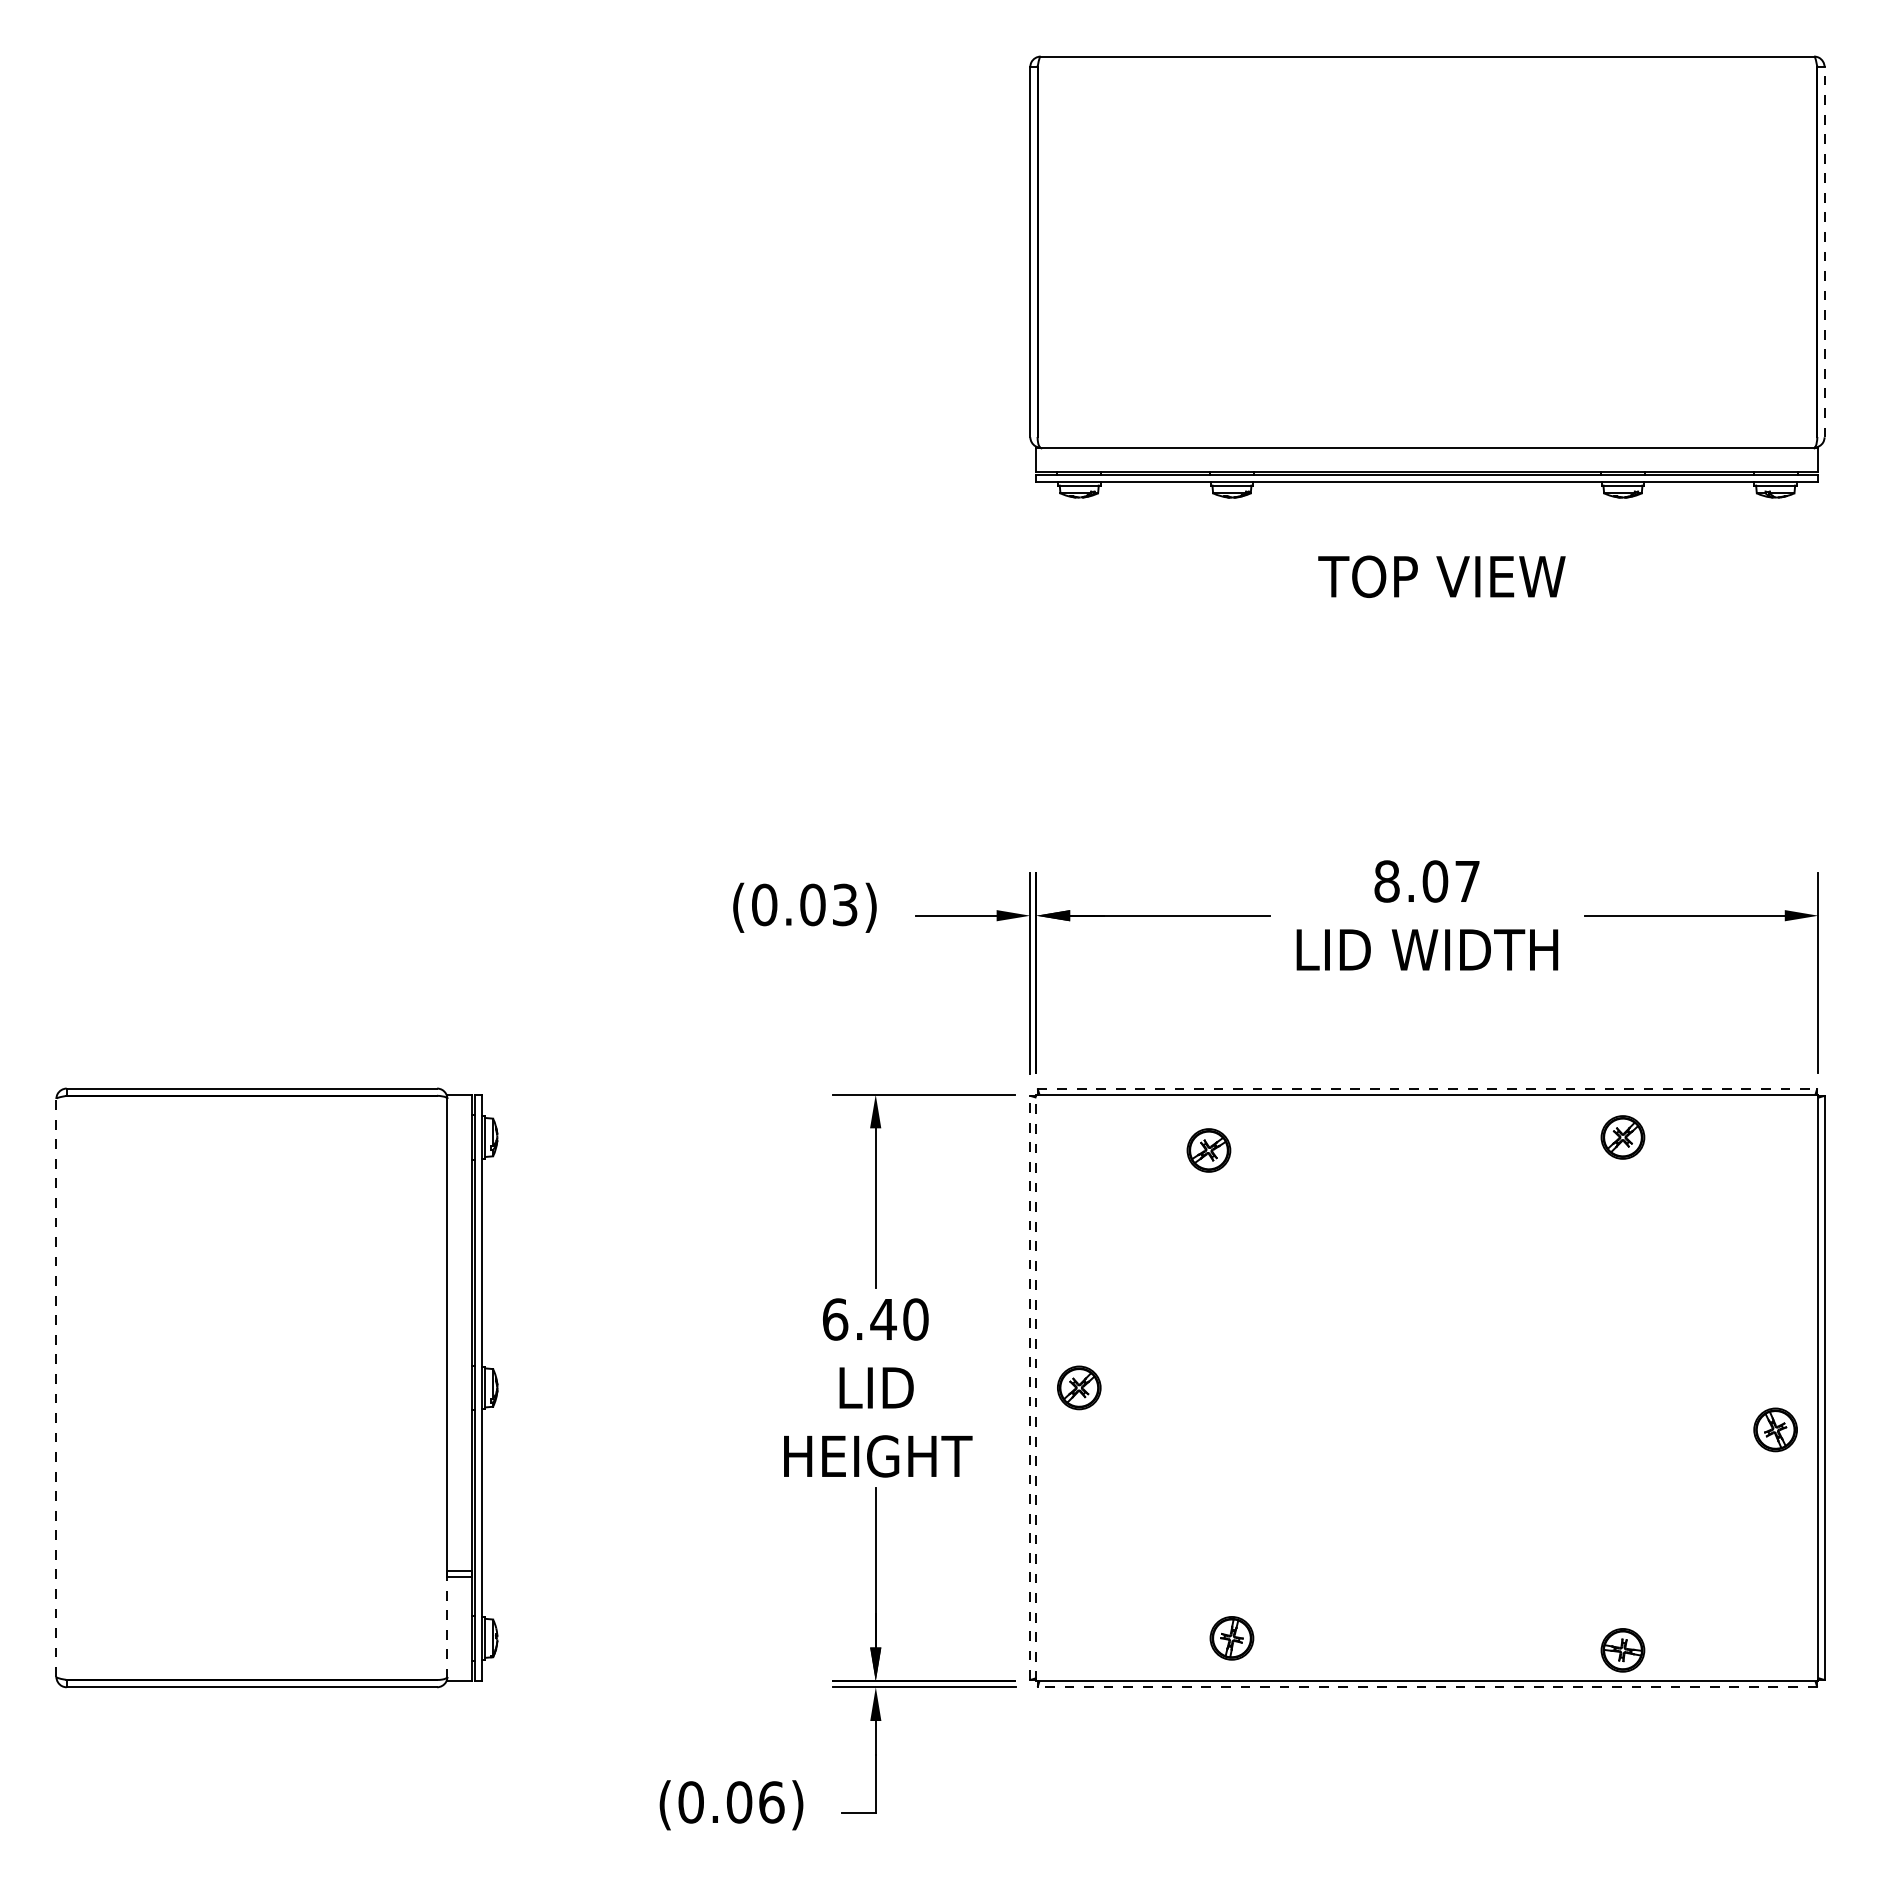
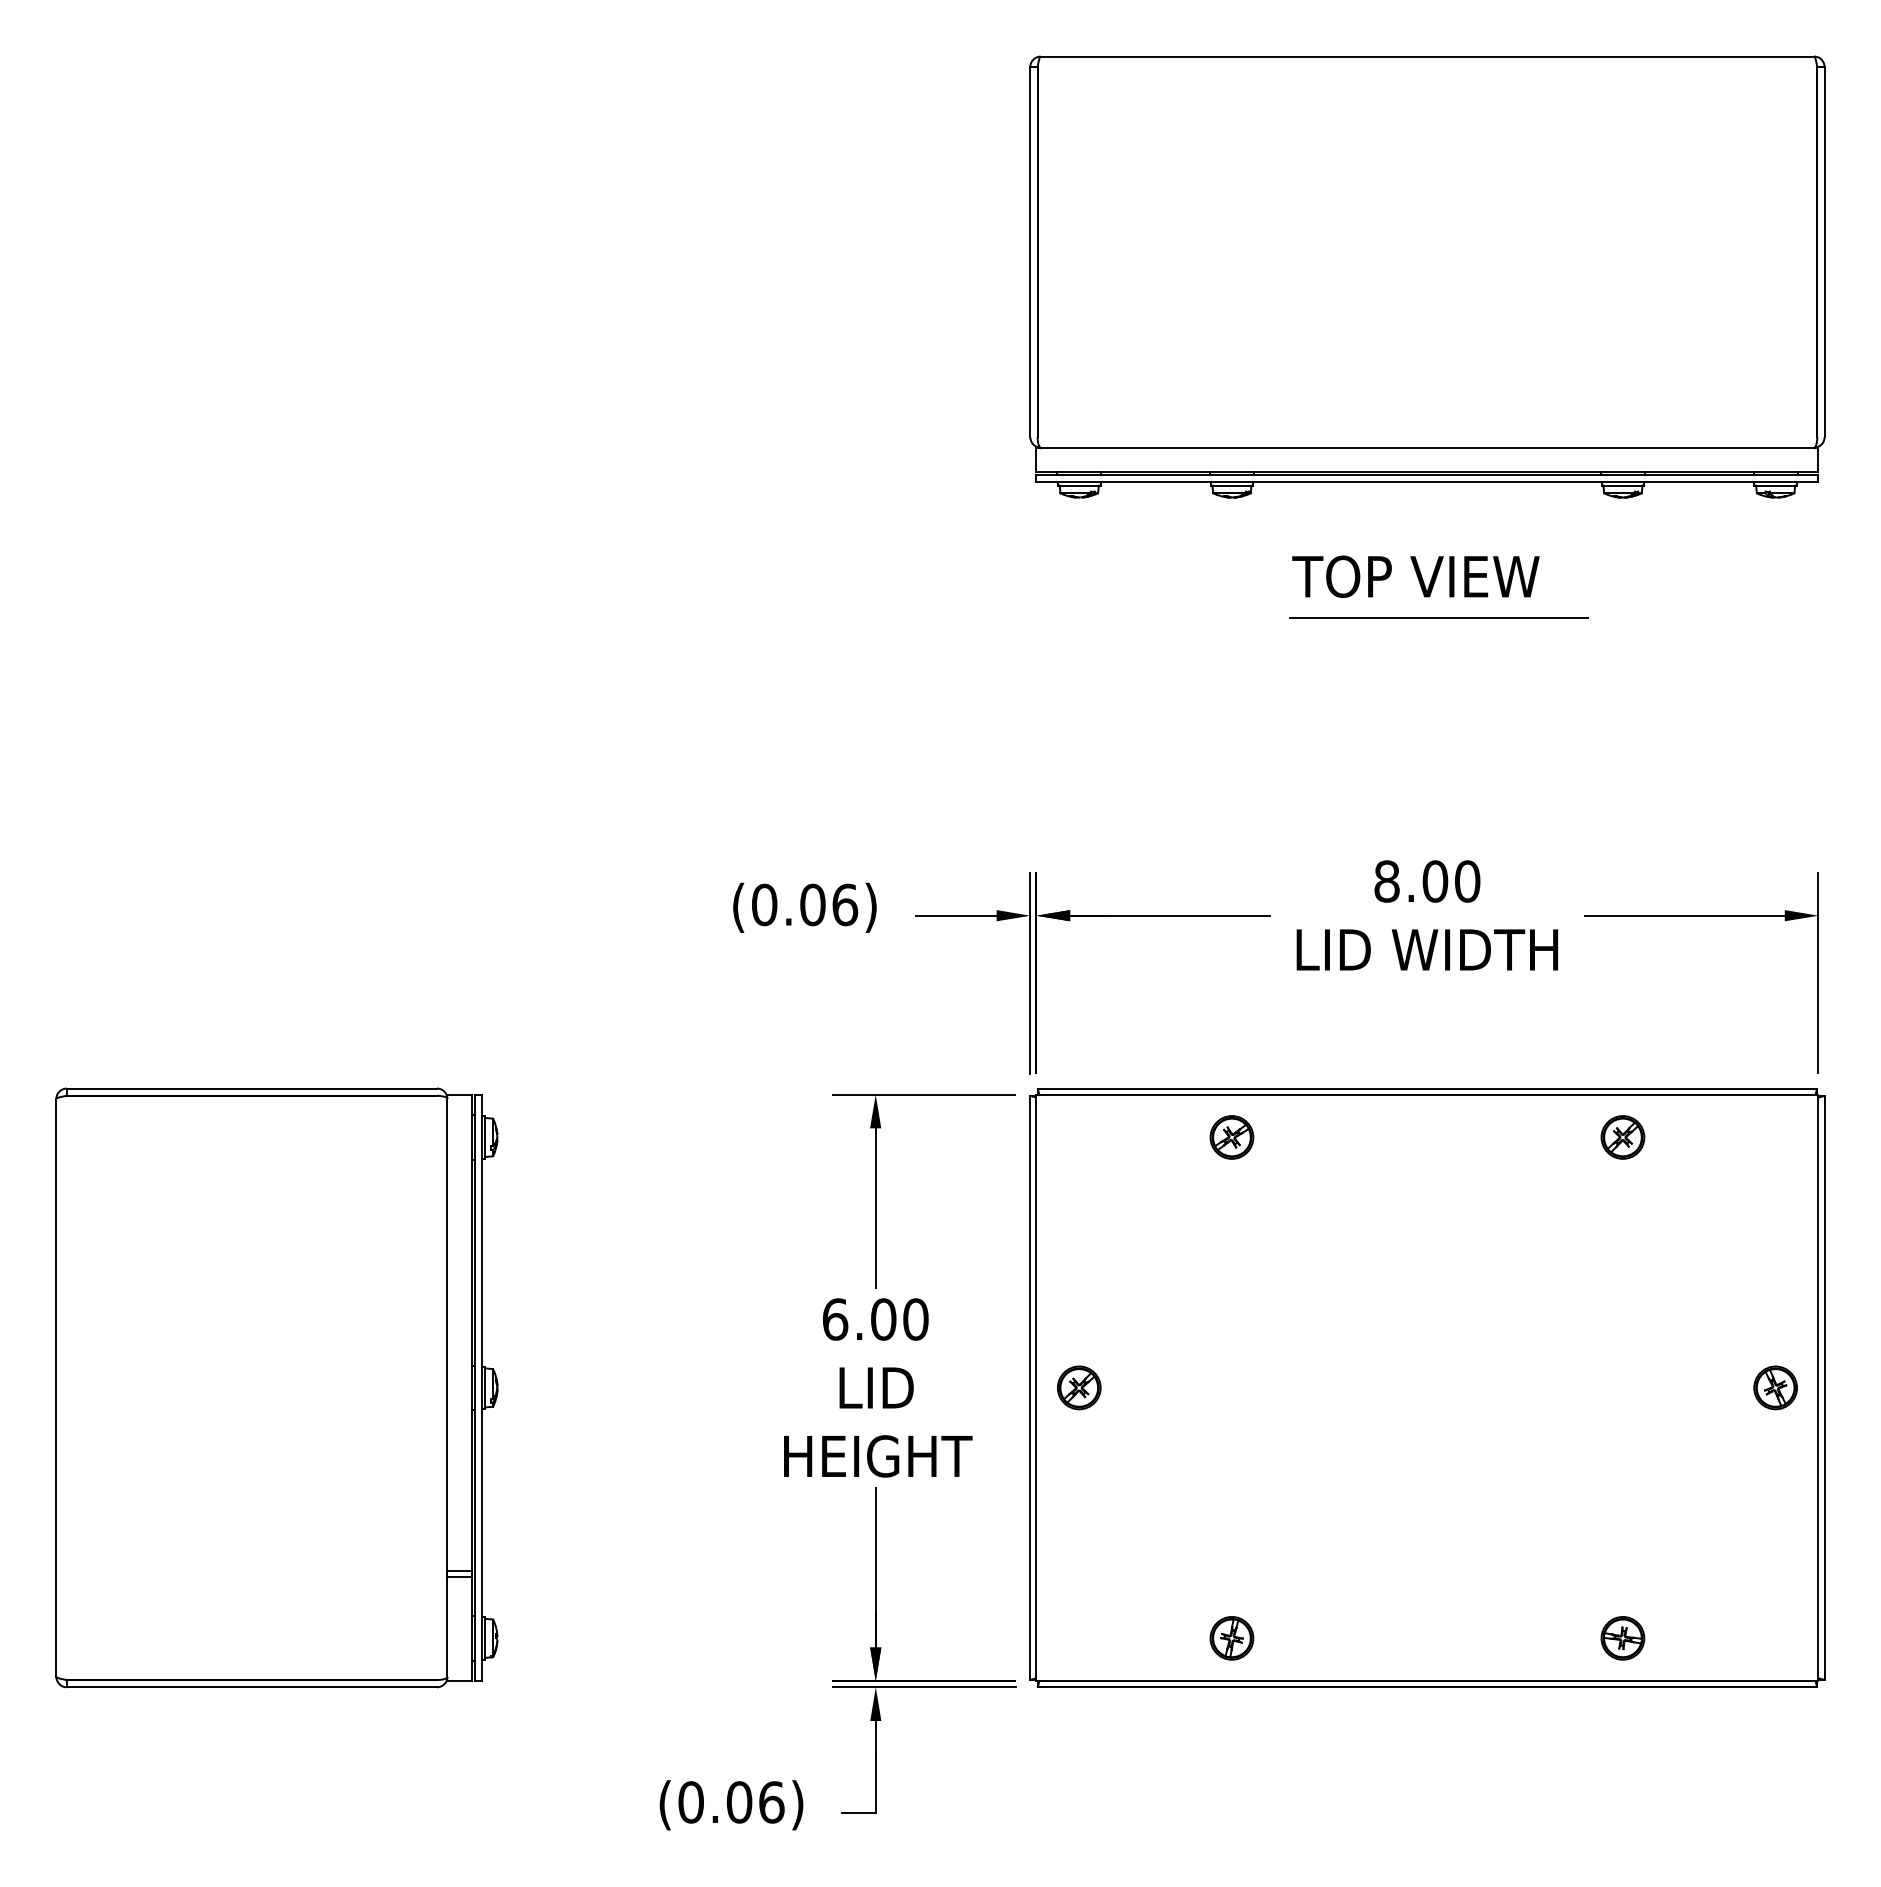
line at (1824, 251): dashed -> solid
text at (1441, 576) position: (1441, 576) -> (1415, 576)
line at (1438, 617): none -> present
text at (1467, 881): 8.07 -> 8.00
text at (845, 904): (0.03) -> (0.06)
line at (1427, 1088): dashed -> solid
part at (1208, 1150) position: (1208, 1150) -> (1231, 1137)
text at (883, 1319): 6.40 -> 6.00
line at (56, 1387): dashed -> solid
line at (1030, 1387): dashed -> solid
line at (1036, 1387): dashed -> solid
part at (1775, 1429) position: (1775, 1429) -> (1775, 1387)
line at (447, 1626): dashed -> solid
part at (1622, 1650) position: (1622, 1650) -> (1622, 1638)
line at (1427, 1687): dashed -> solid
